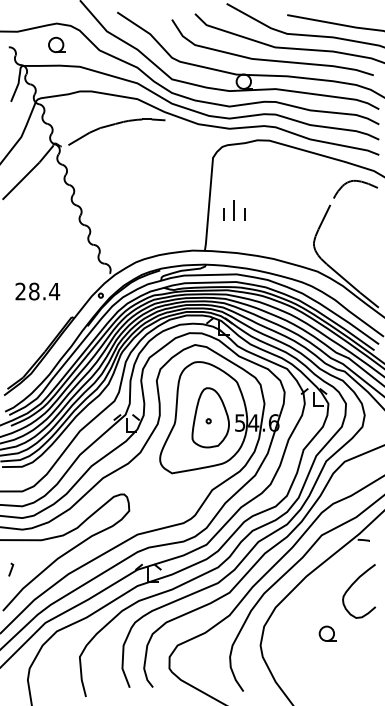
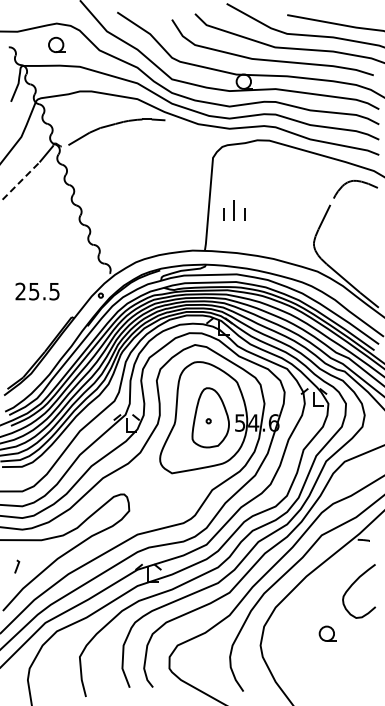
line at (21, 180): solid -> dashed
text at (44, 291): 28.4 -> 25.5
line at (11, 569) position: (11, 569) -> (17, 566)
